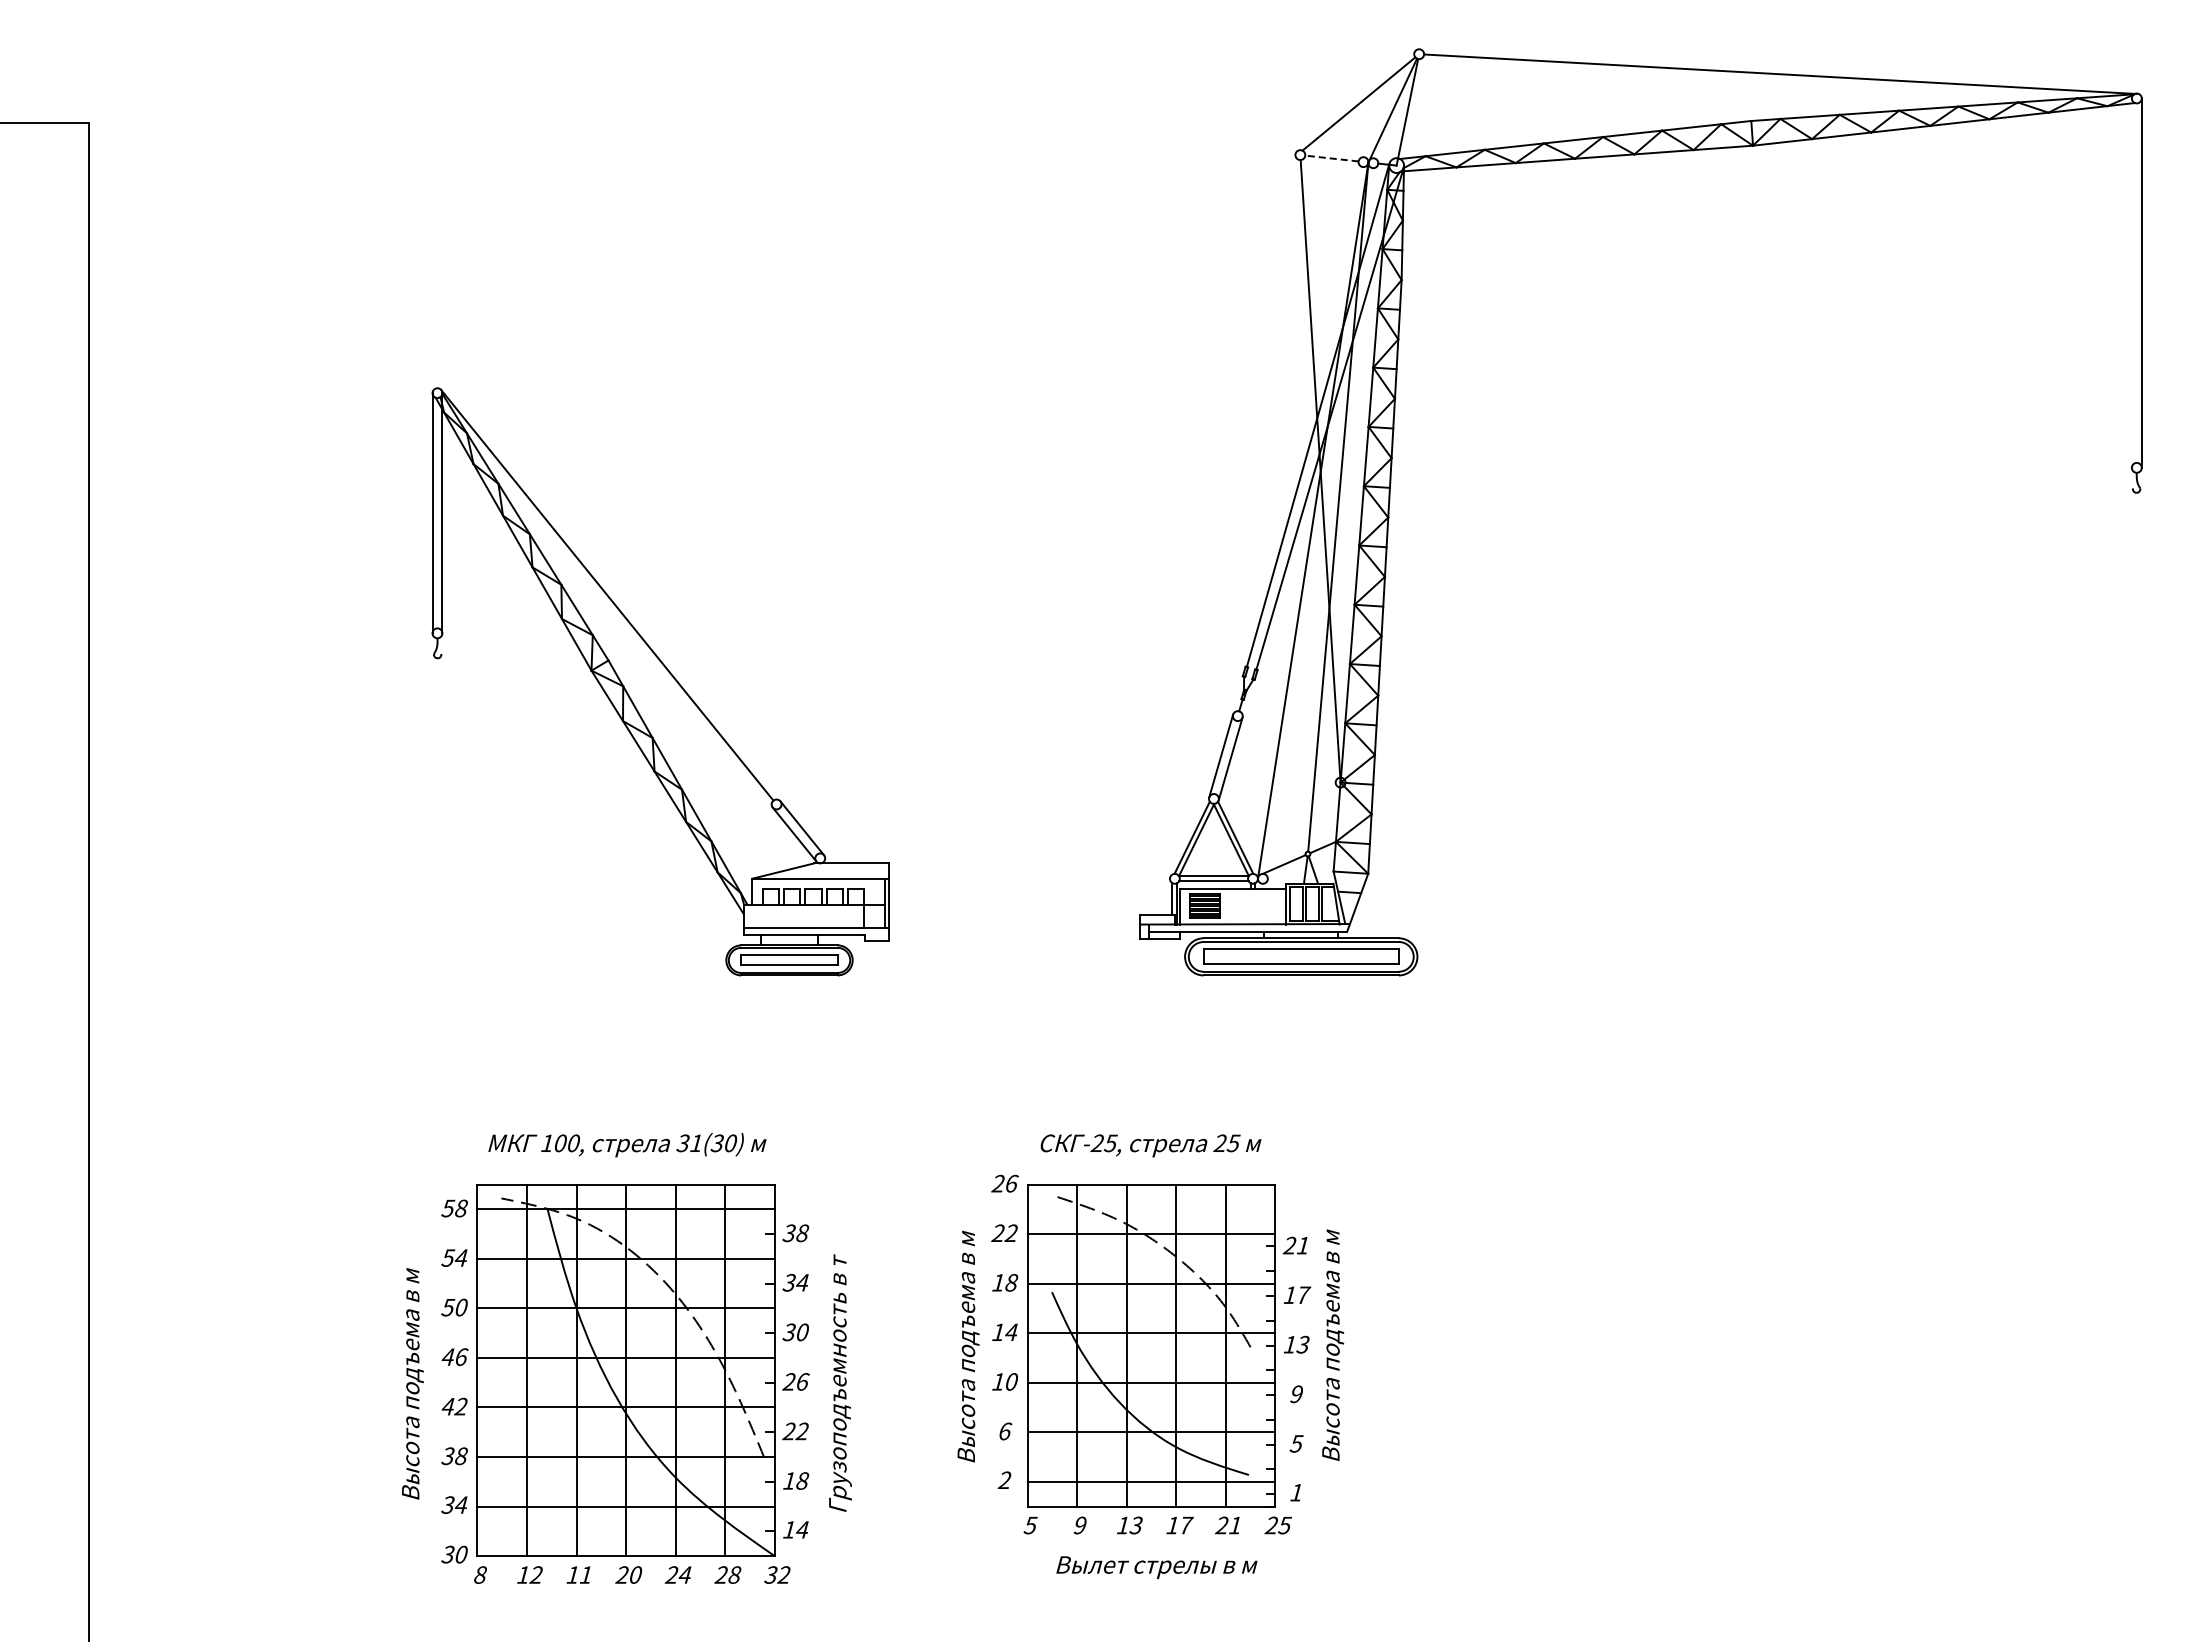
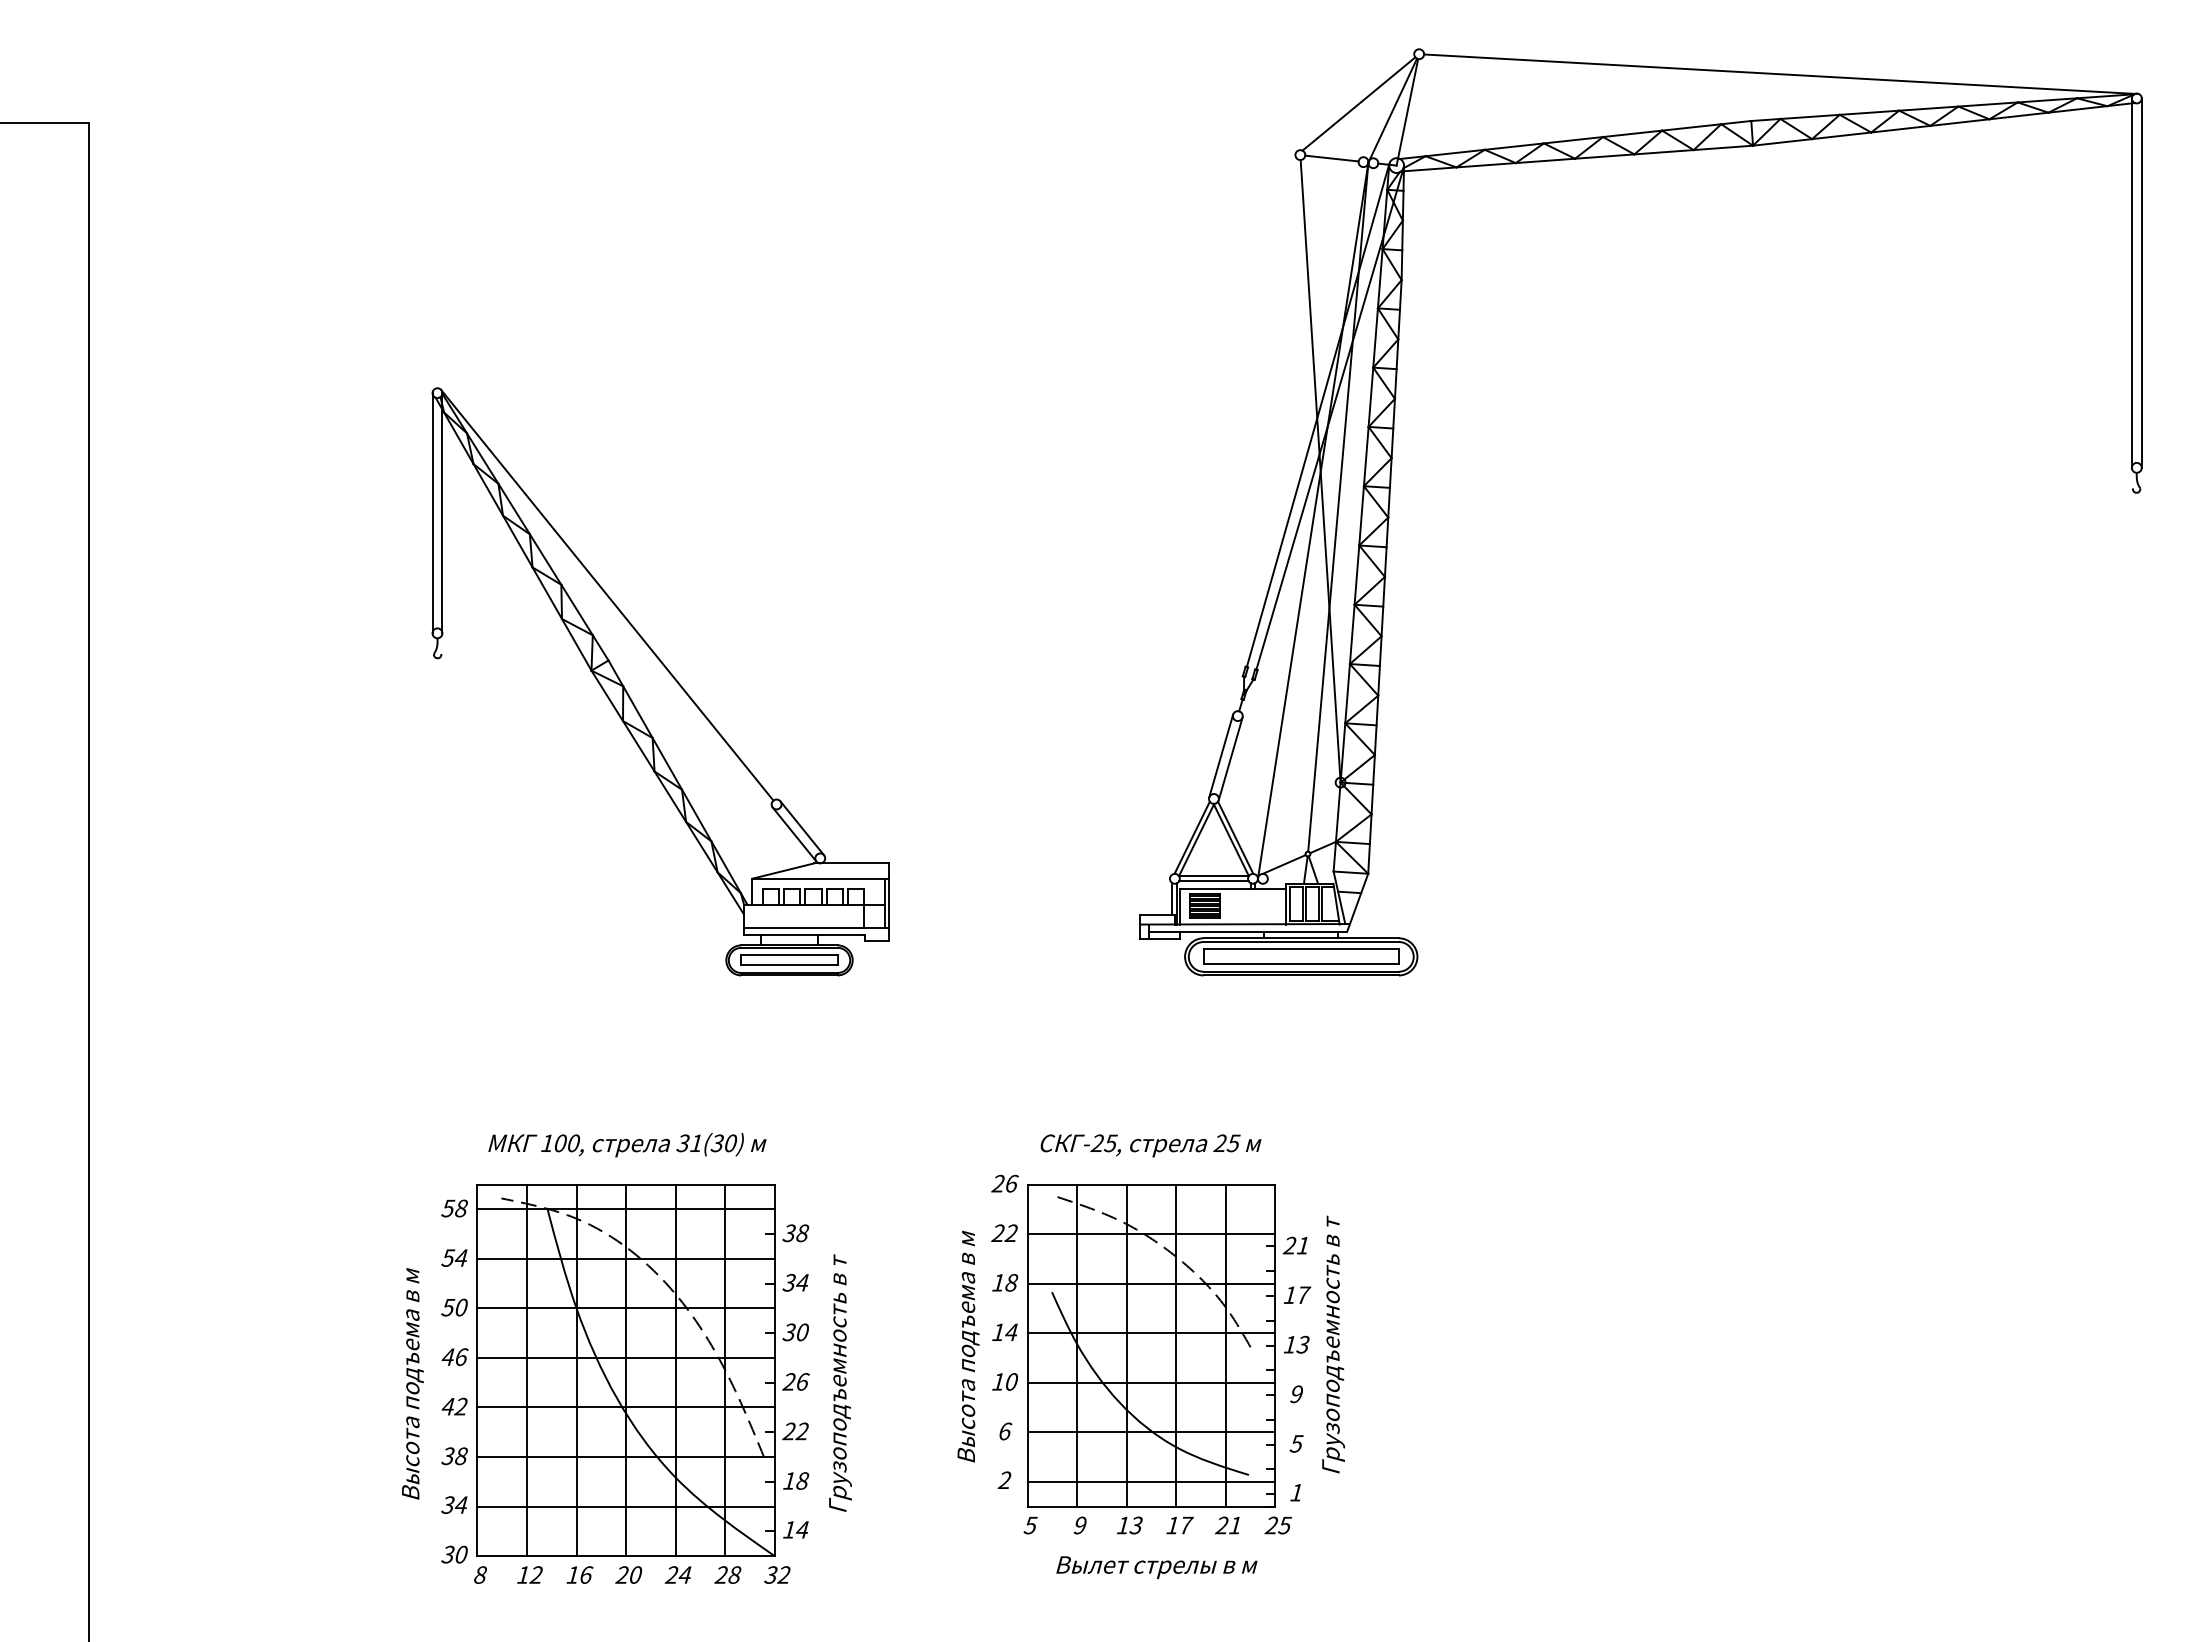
line at (1331, 158): dashed -> solid
line at (2131, 282): none -> present
text at (1333, 1344): Высота подъема в м -> Грузоподъемность в т
text at (586, 1574): 11 -> 16
